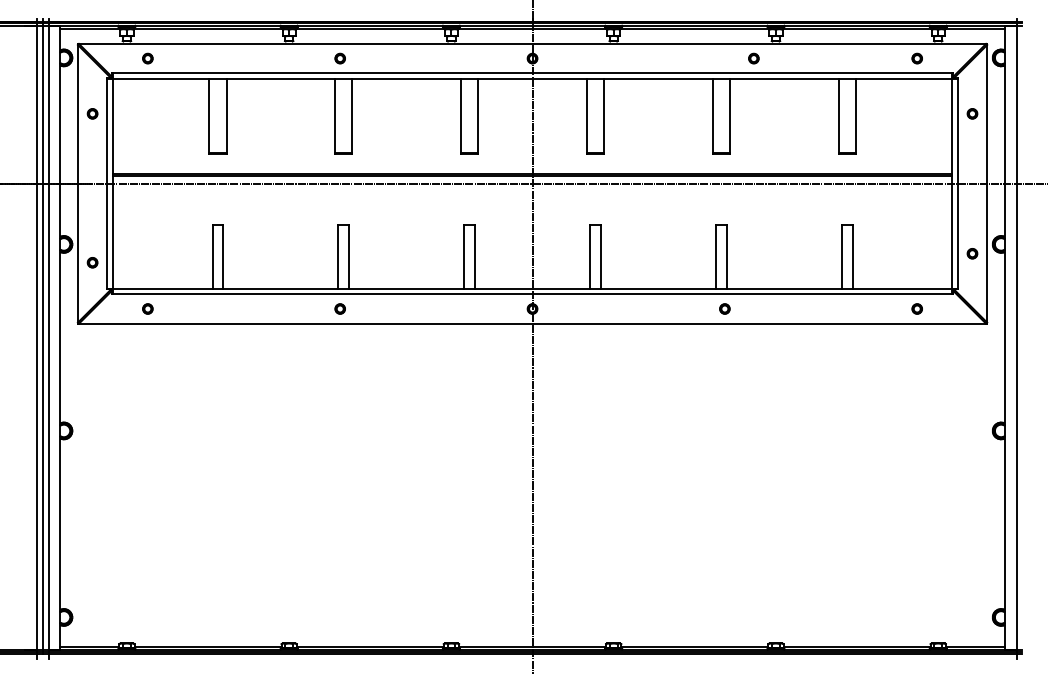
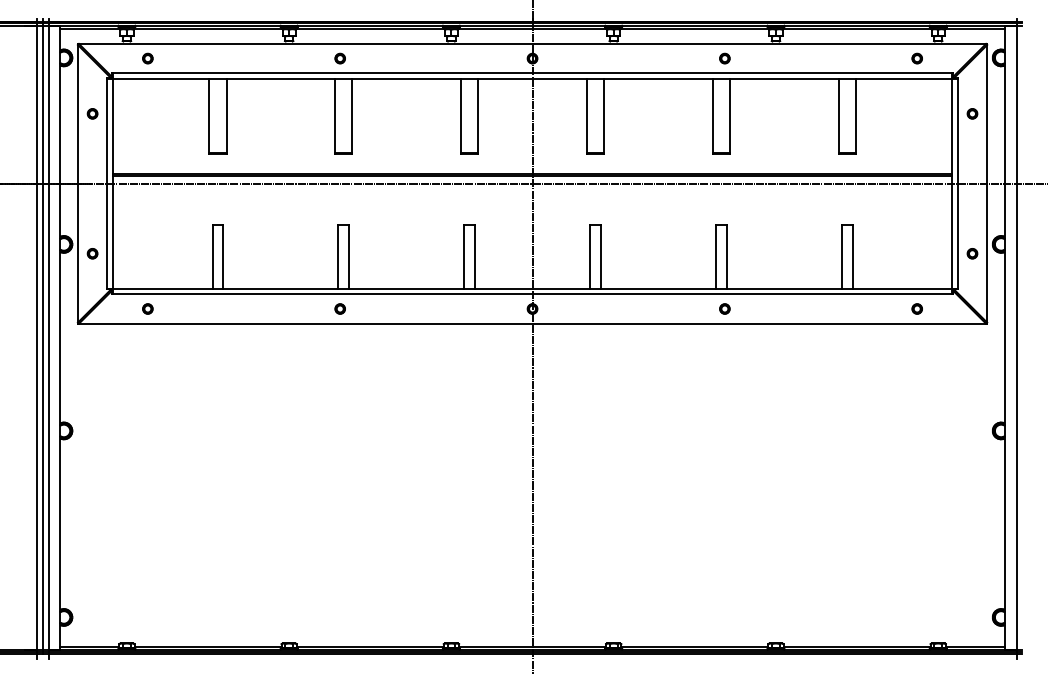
part at (753, 58) position: (753, 58) -> (724, 58)
part at (92, 262) position: (92, 262) -> (92, 253)
